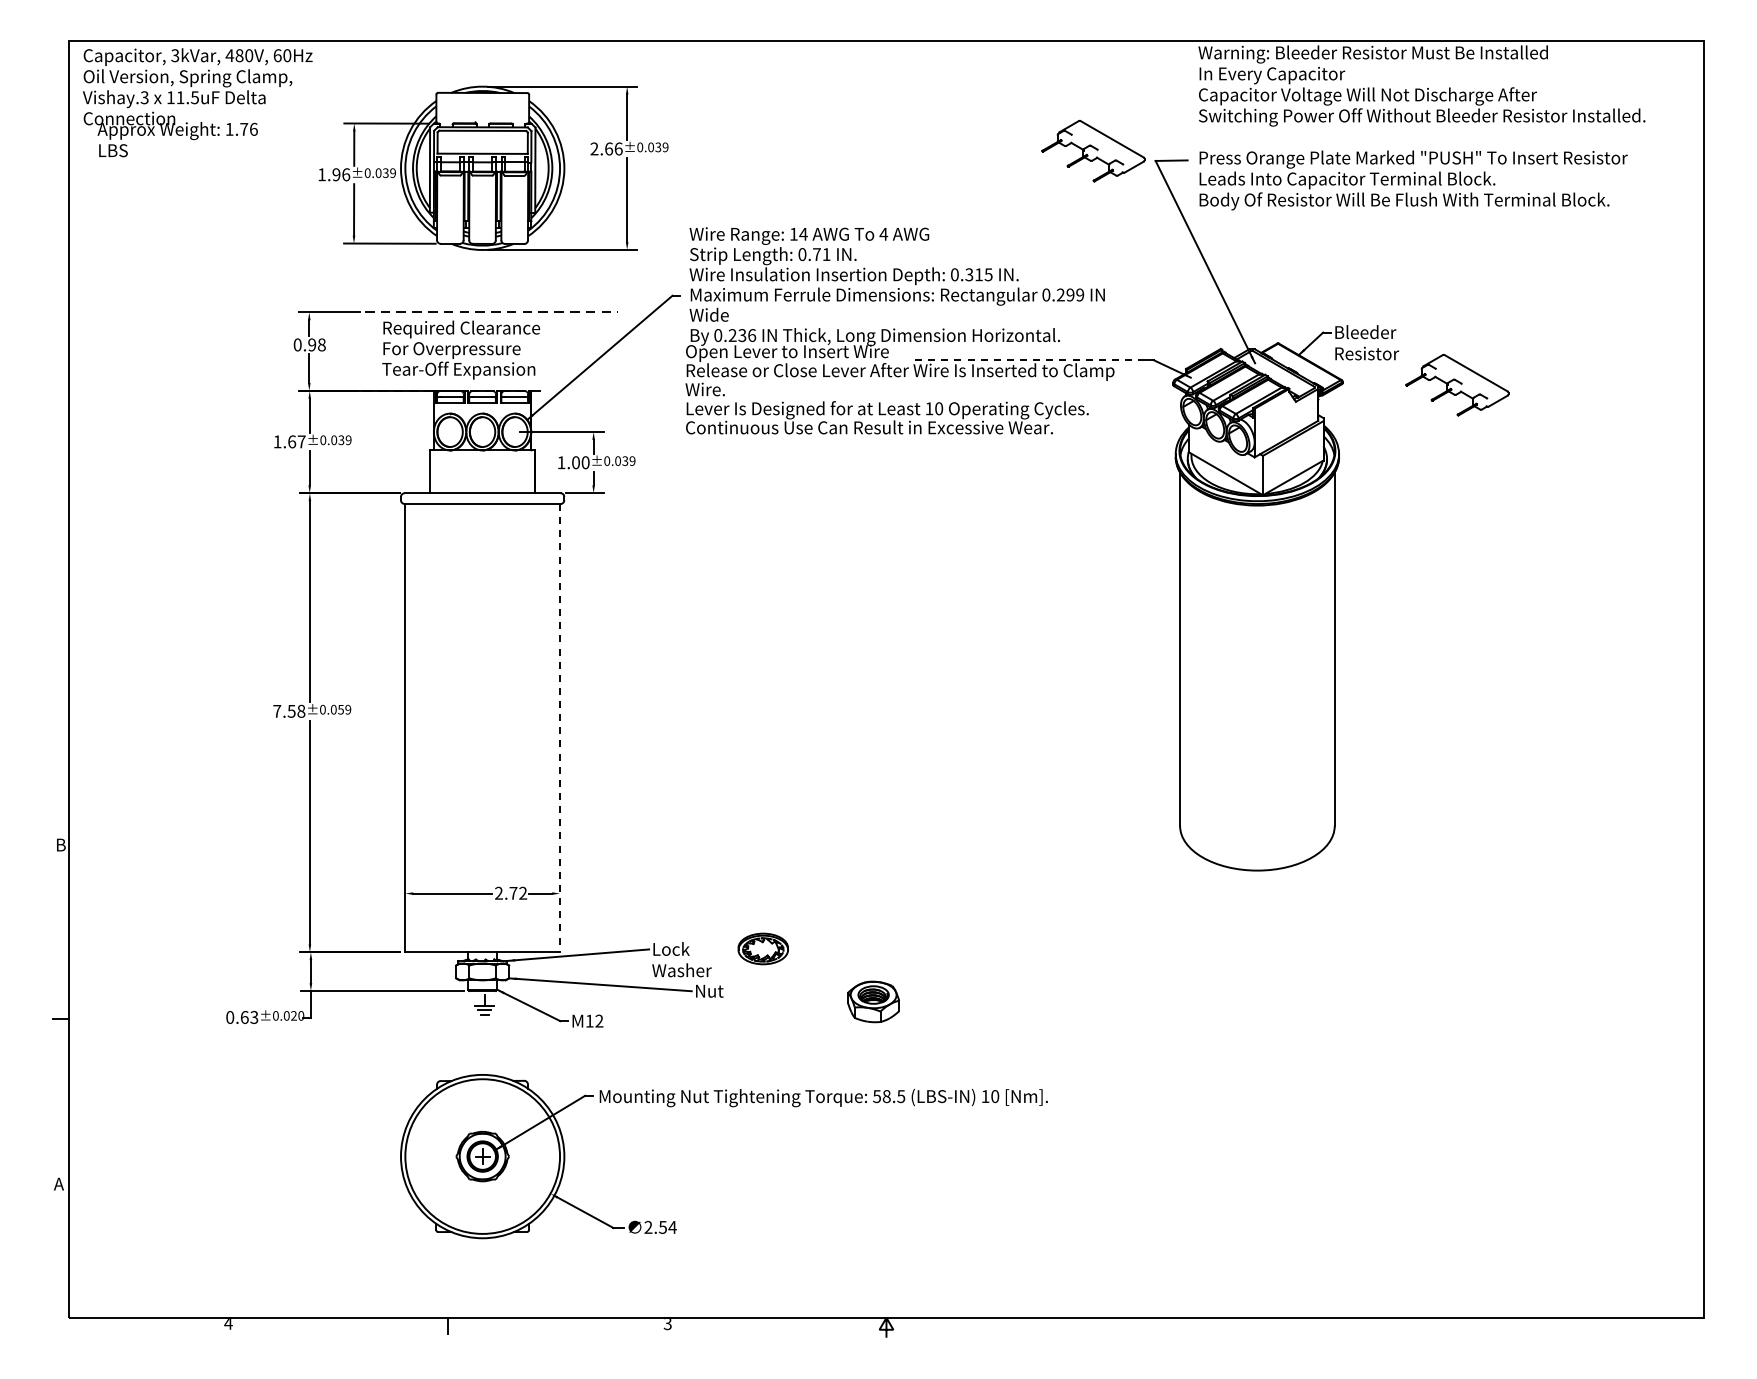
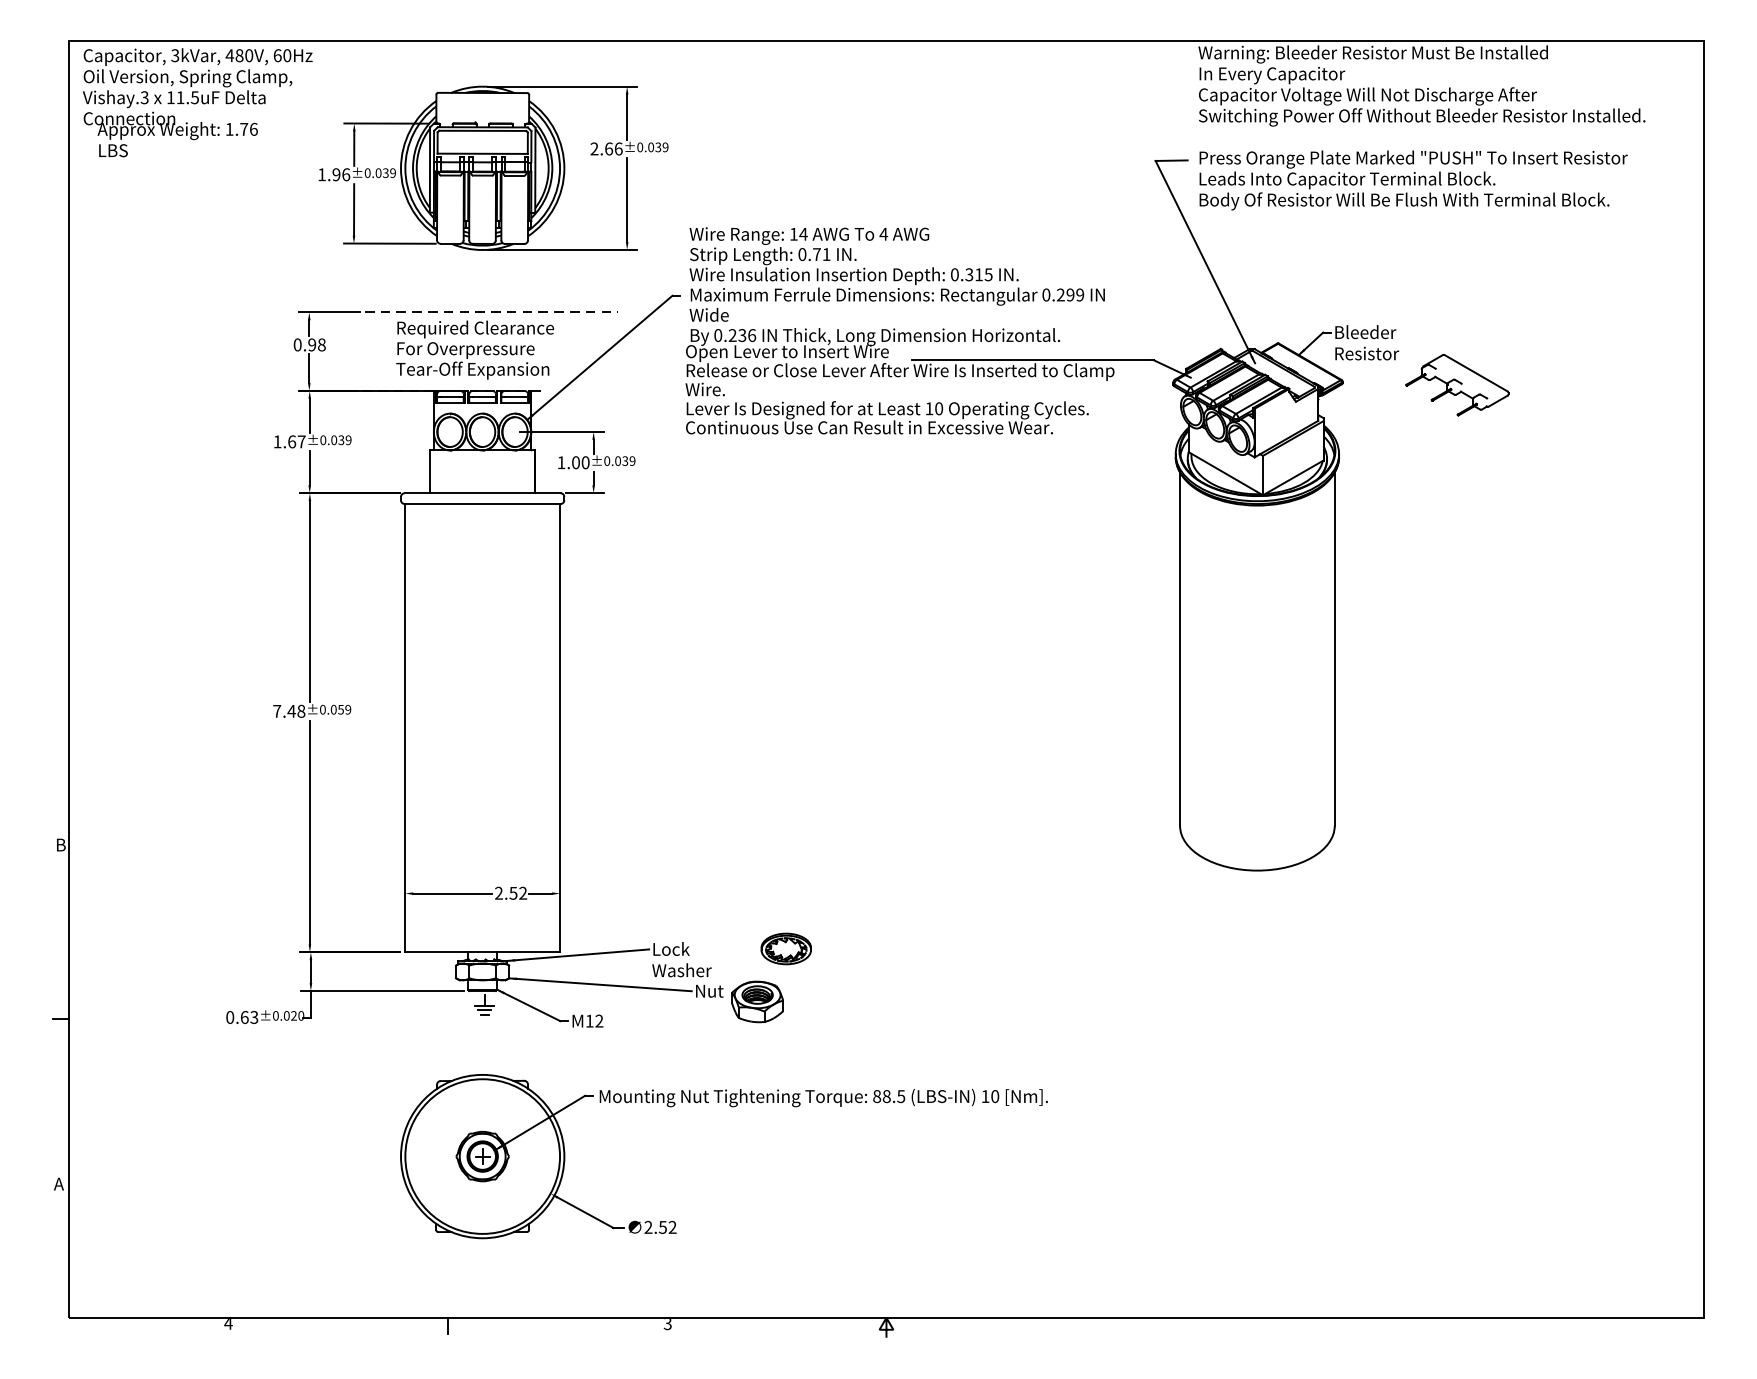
part at (1093, 151): present -> none
text at (461, 349) position: (461, 349) -> (475, 349)
line at (1028, 359): dashed -> solid
text at (291, 711): 7.58 -> 7.48
line at (560, 728): dashed -> solid
text at (513, 893): 2.72 -> 2.52
part at (762, 948) position: (762, 948) -> (785, 948)
part at (873, 1001) position: (873, 1001) -> (757, 1001)
text at (877, 1096): 58.5 -> 88.5
text at (672, 1226): 2.54 -> 2.52
